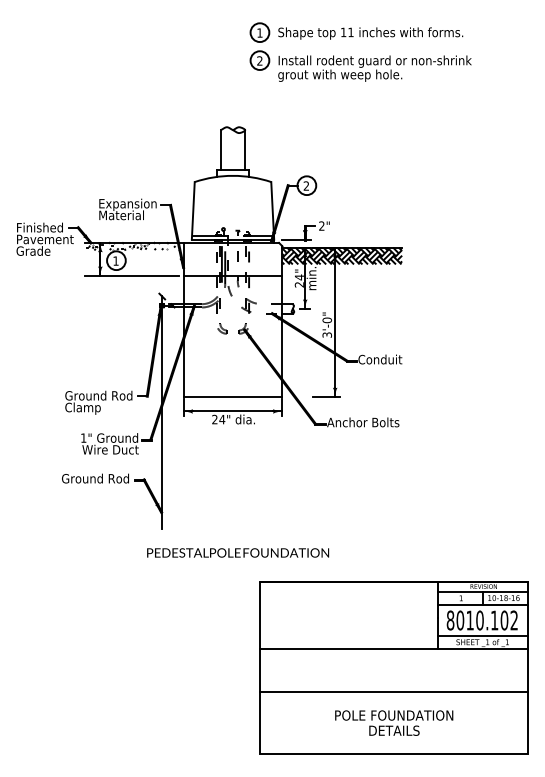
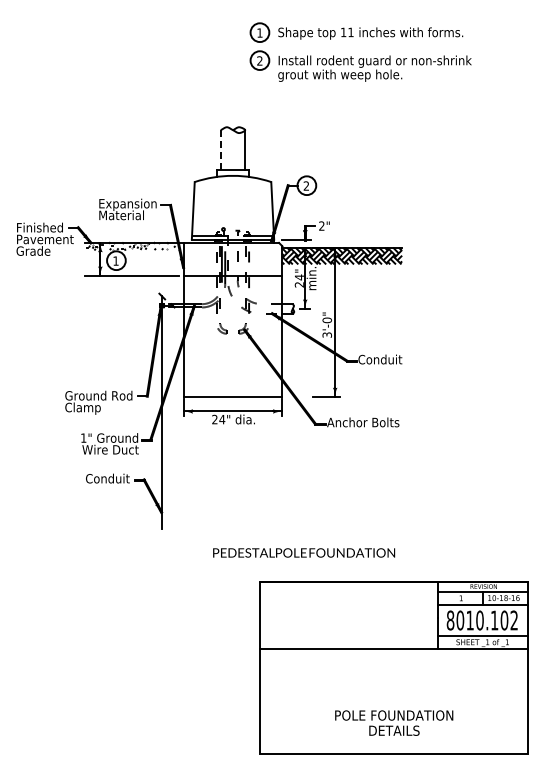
line at (220, 149): solid -> dashed
text at (95, 478): Ground Rod -> Conduit
text at (238, 552) position: (238, 552) -> (304, 552)
line at (393, 691): present -> none
